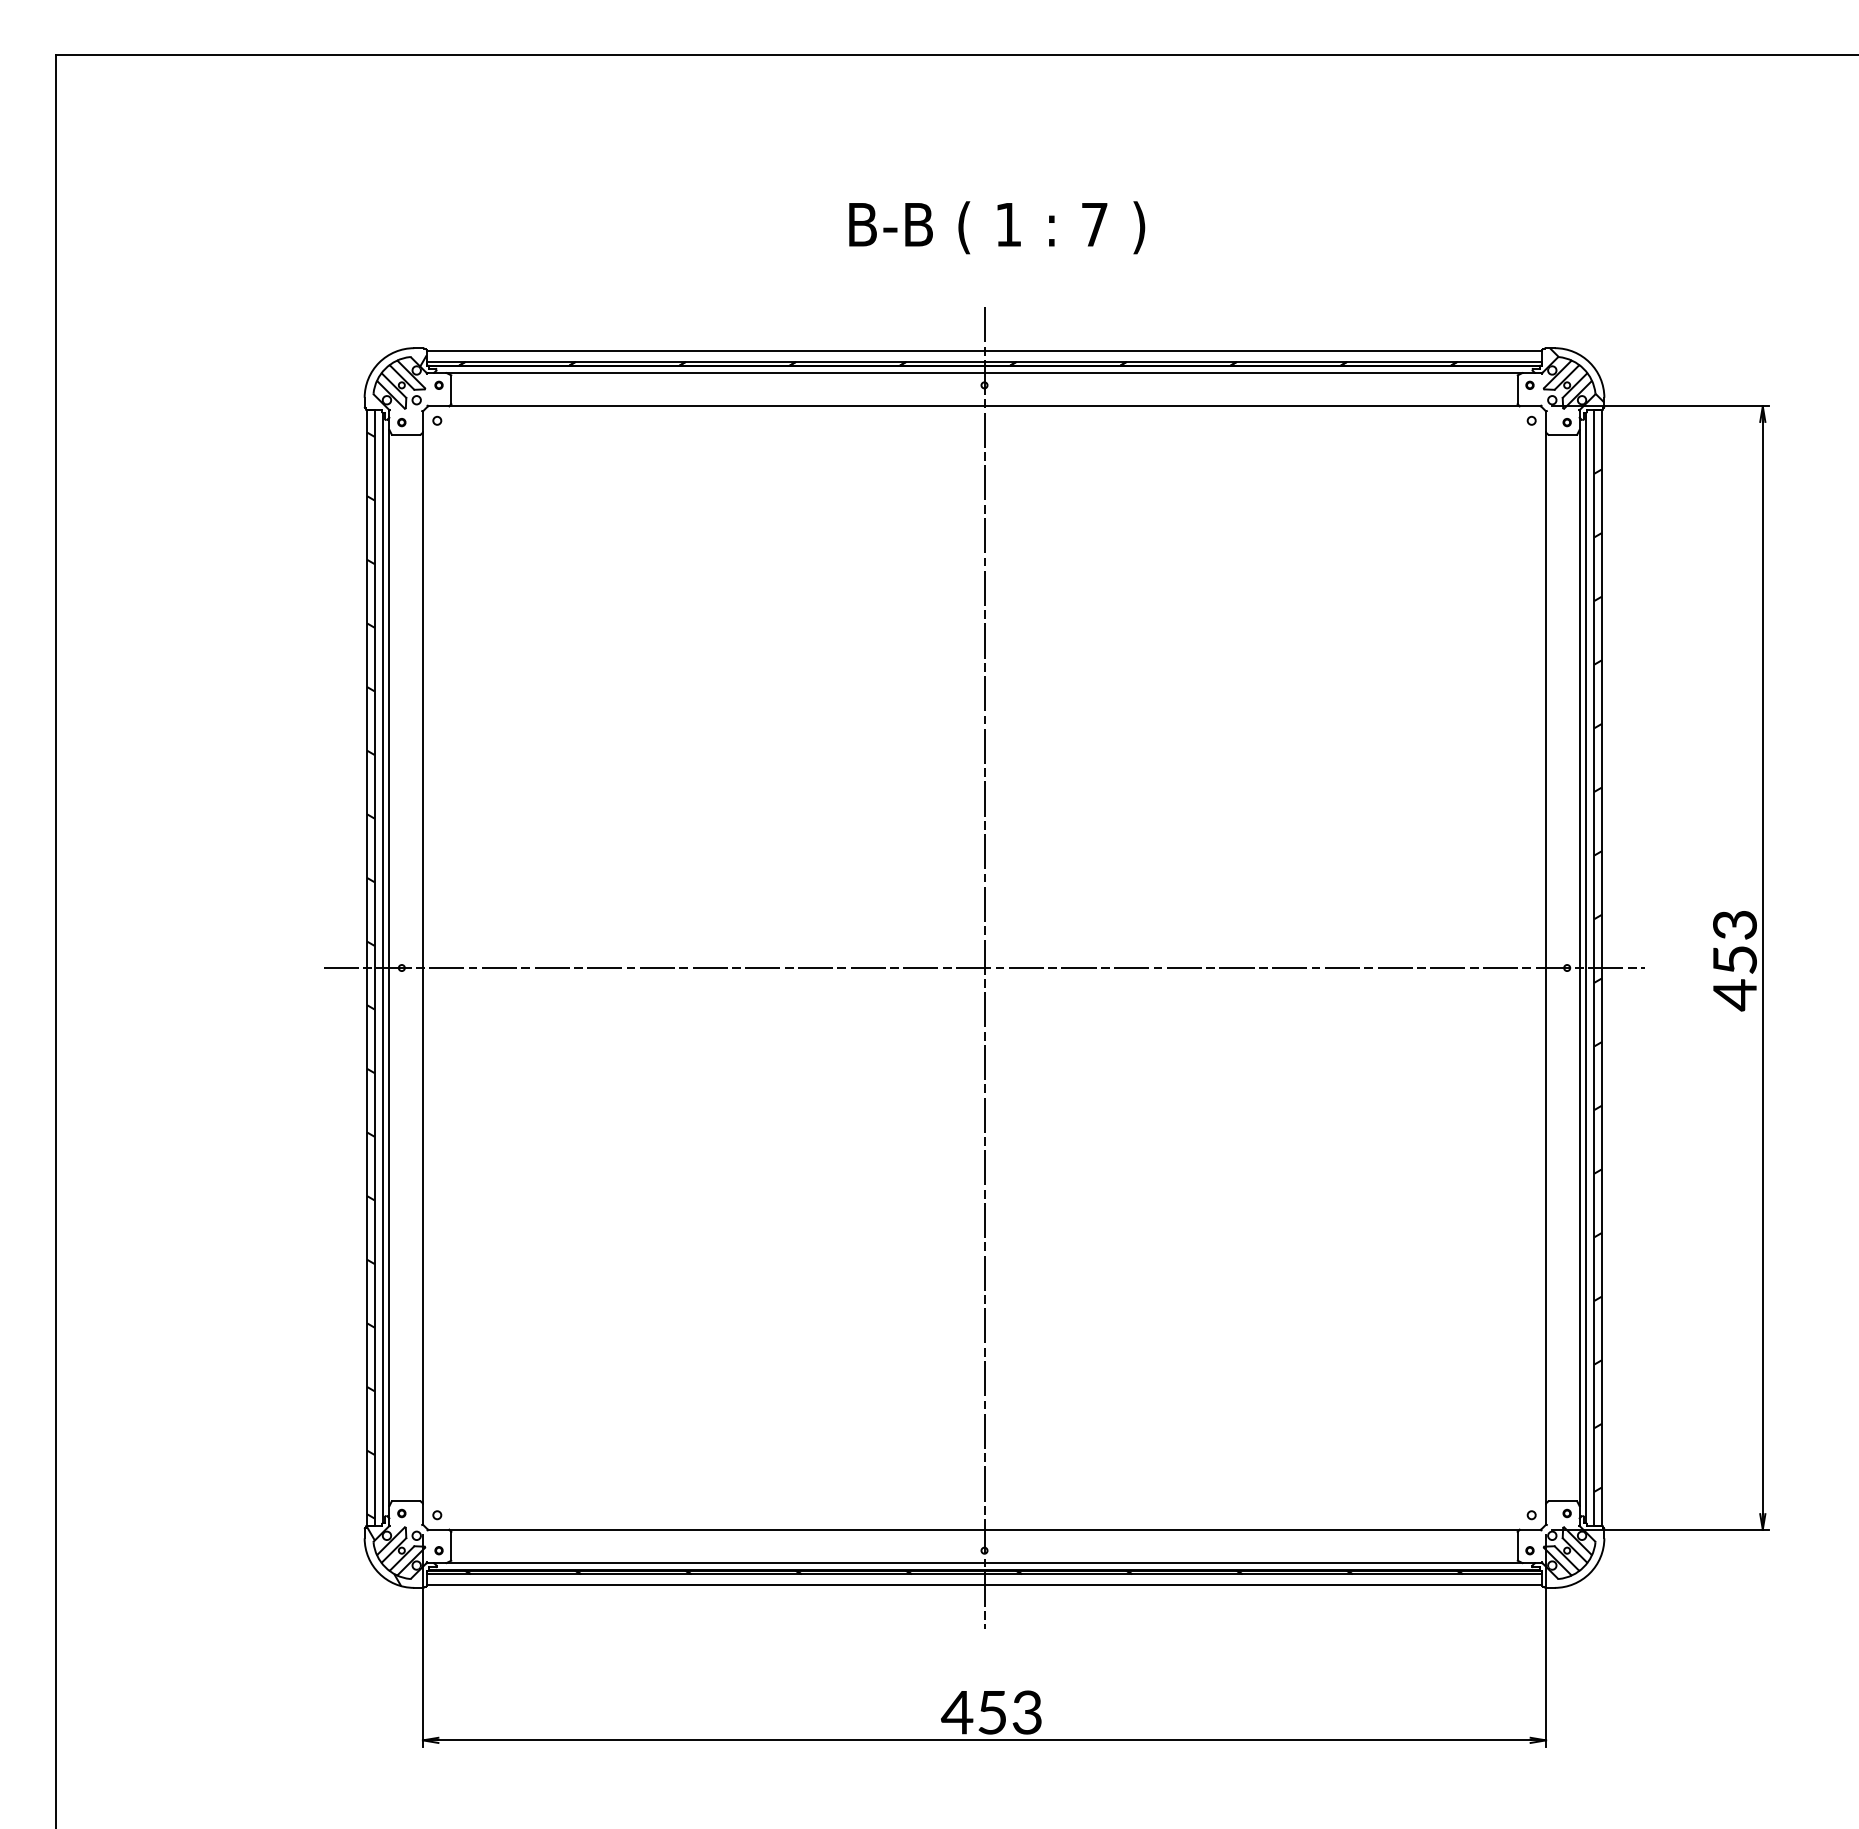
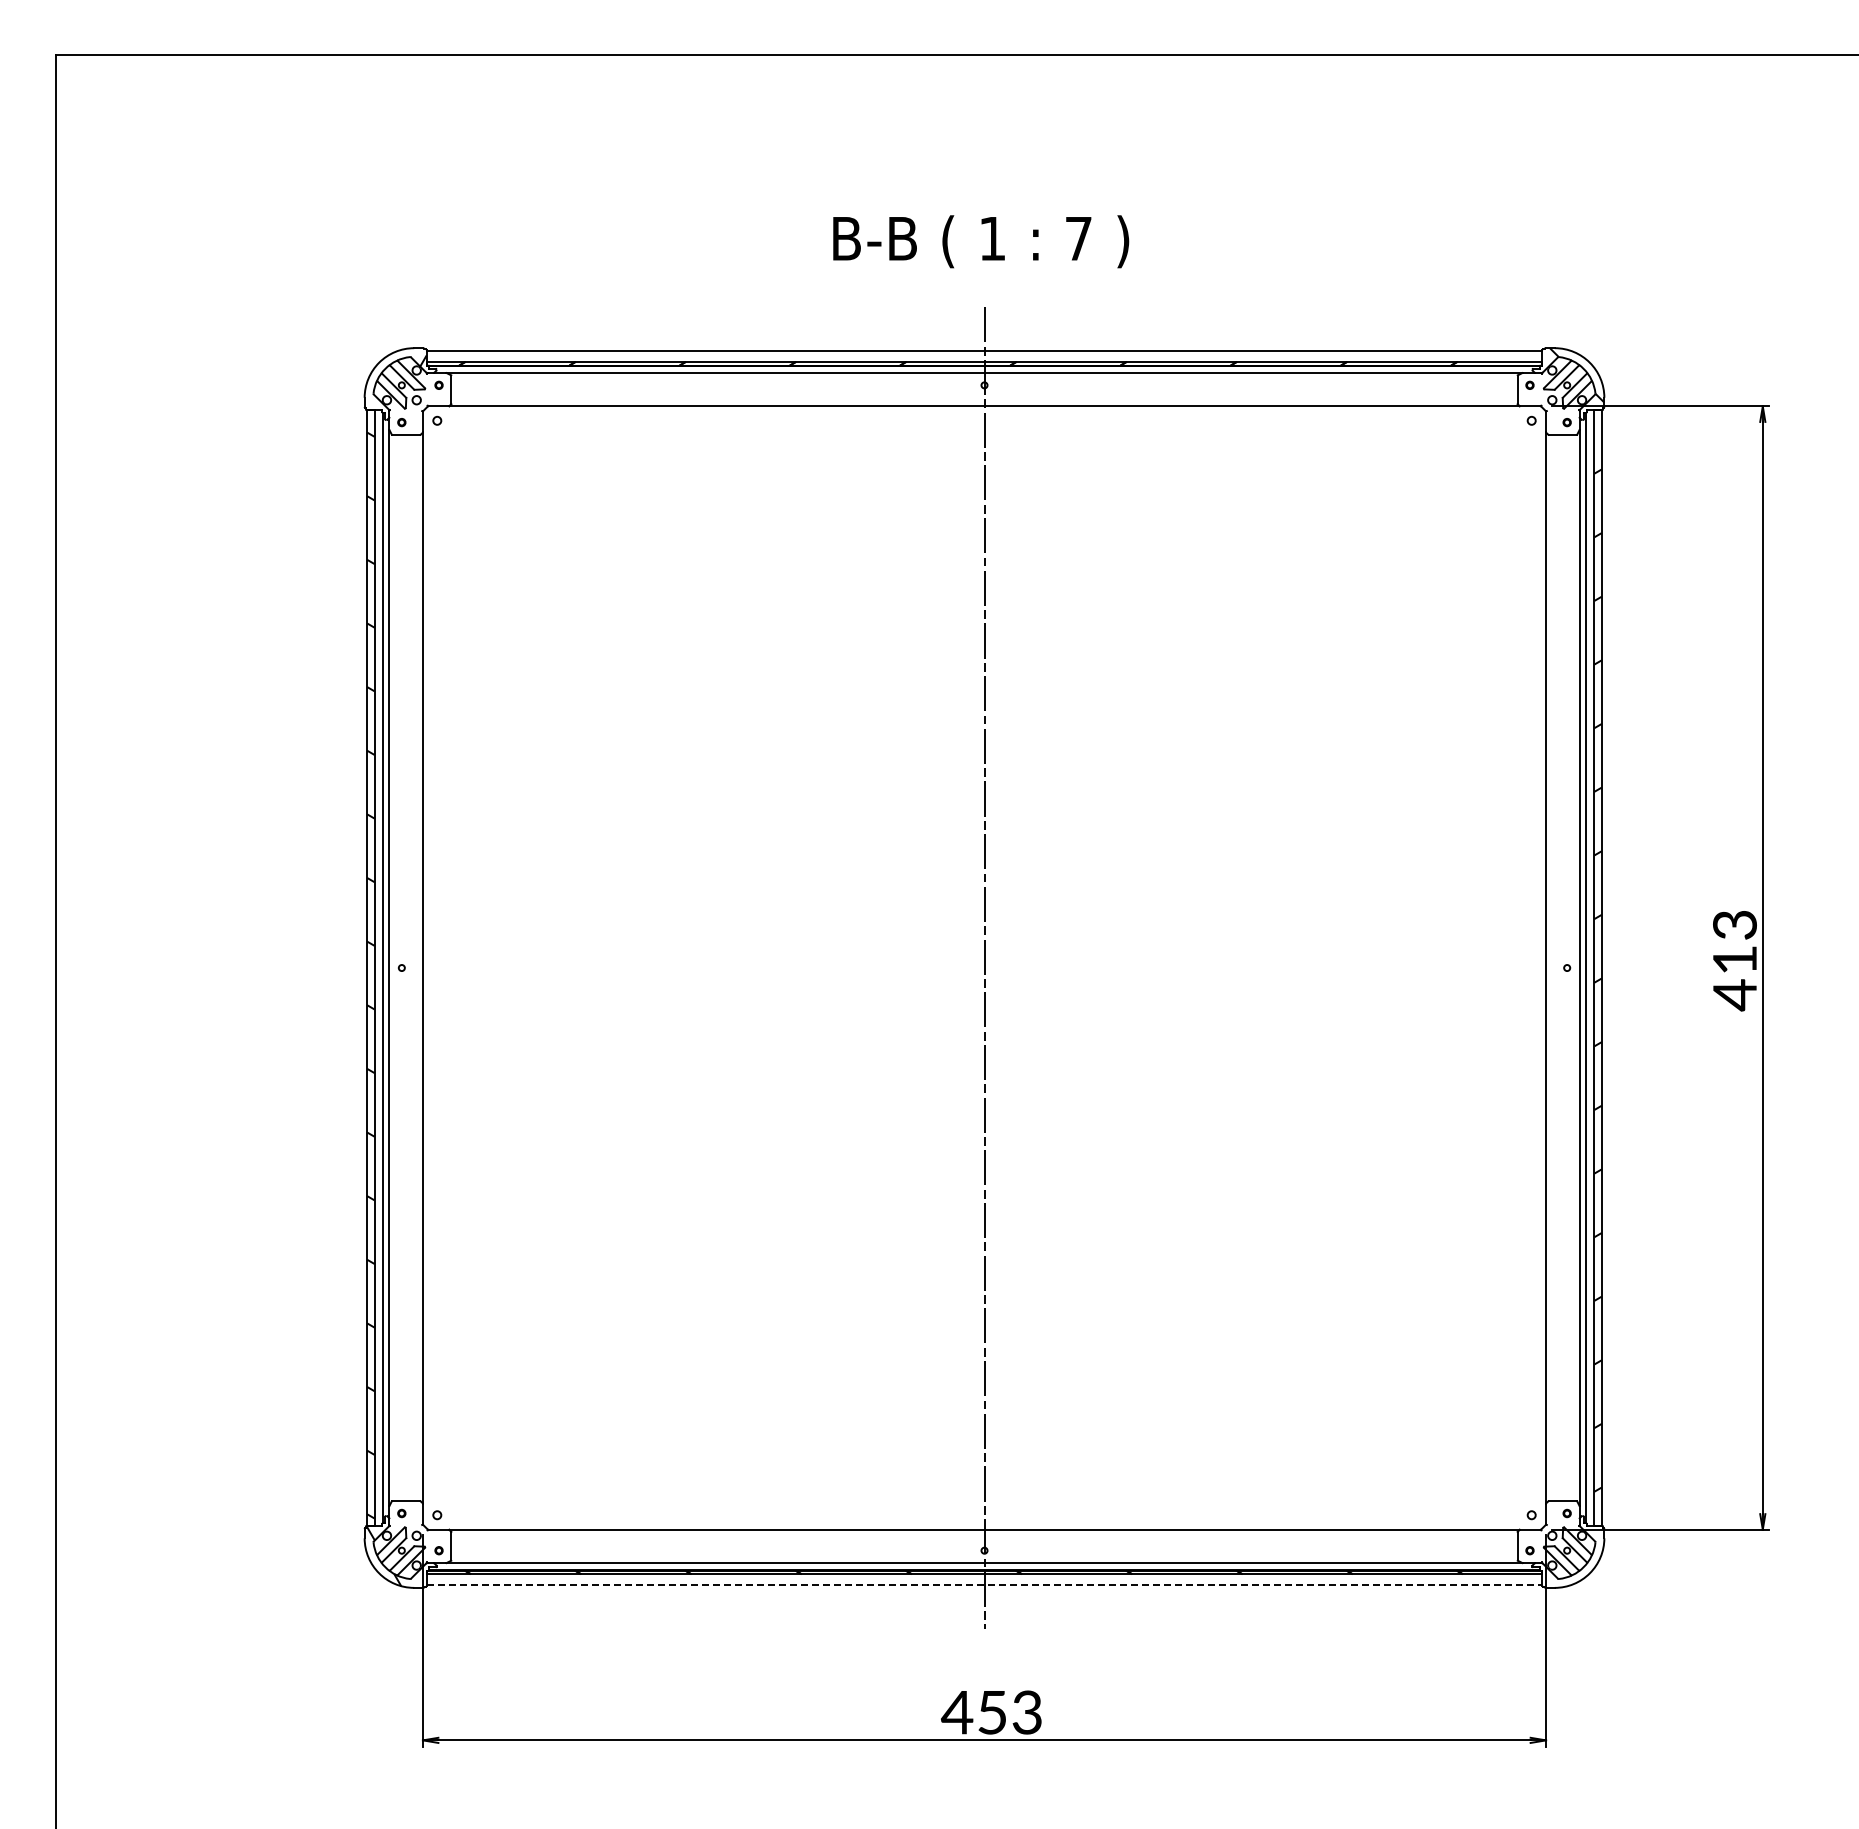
text at (997, 227) position: (997, 227) -> (981, 241)
text at (1734, 959): 453 -> 413
line at (984, 968): present -> none
line at (984, 1585): solid -> dashed
